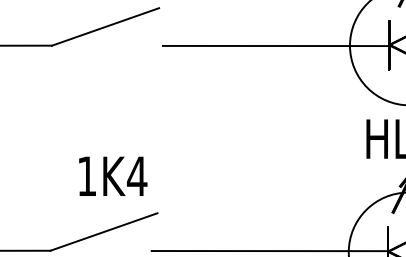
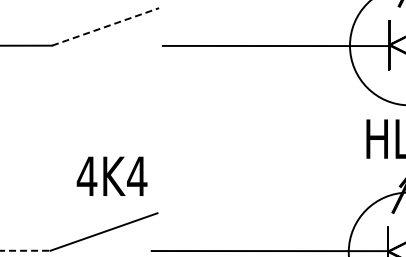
line at (105, 26): solid -> dashed
text at (86, 175): 1K4 -> 4K4
line at (25, 250): solid -> dashed
